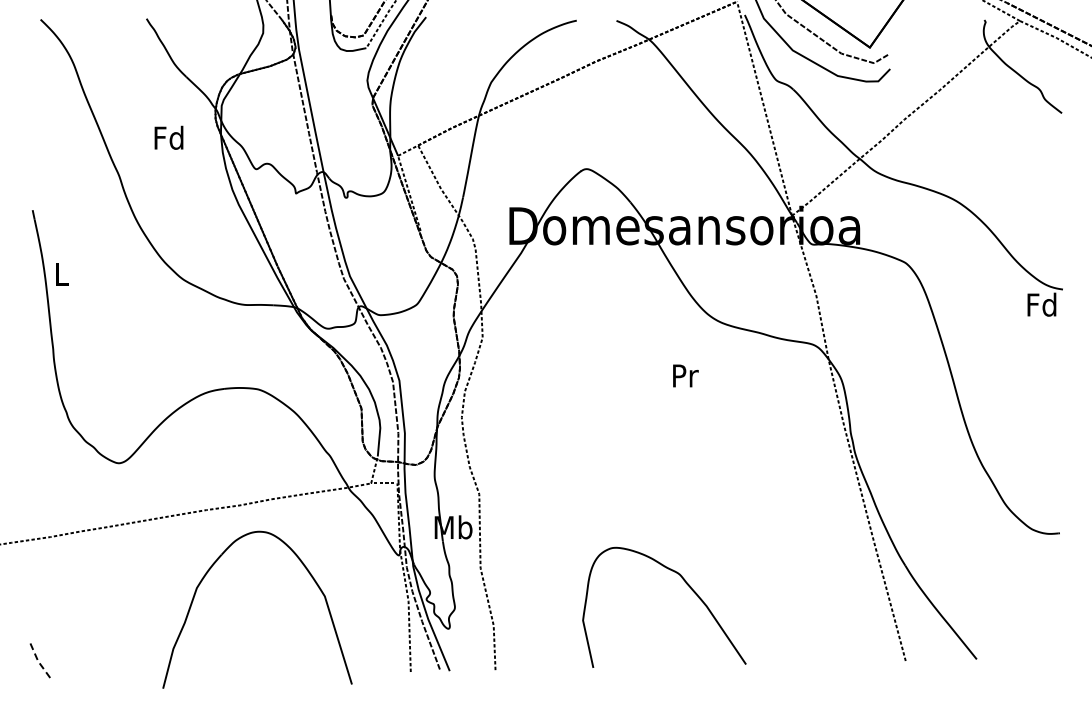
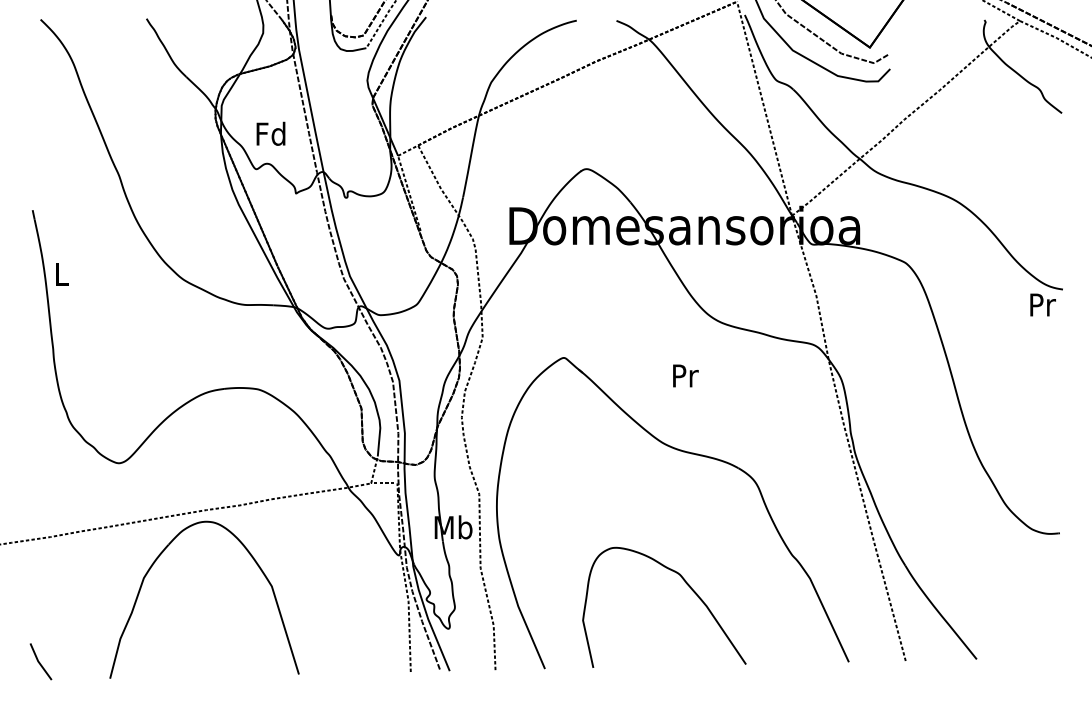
text at (168, 137) position: (168, 137) -> (270, 133)
text at (1041, 304): Fd -> Pr
part at (687, 453): none -> present
part at (206, 575) position: (206, 575) -> (153, 565)
line at (39, 662): dashed -> solid
